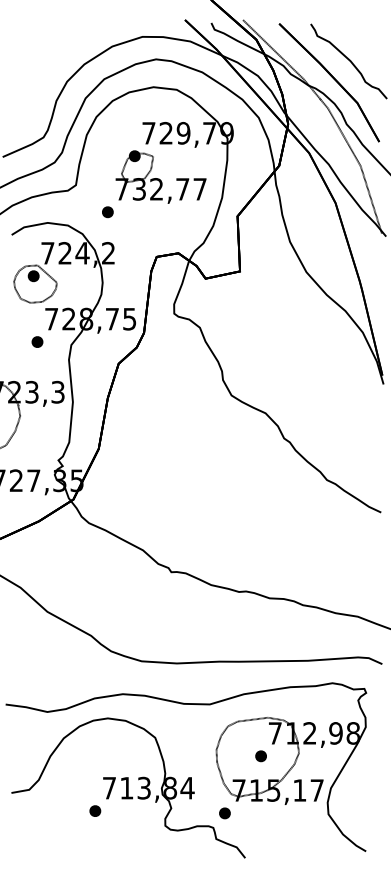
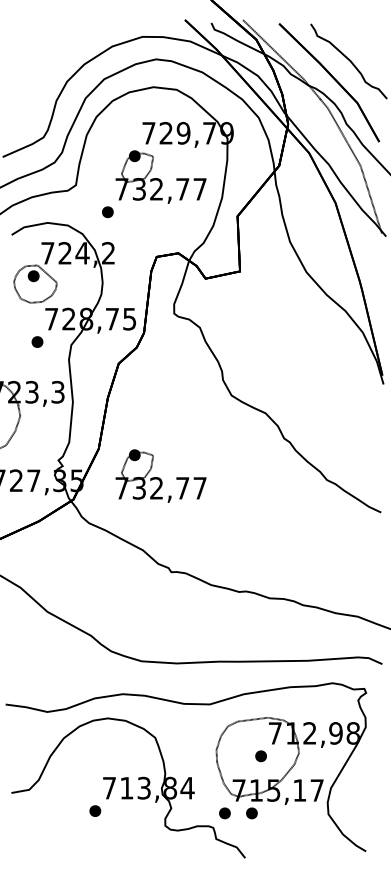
part at (160, 475): none -> present
part at (251, 813): none -> present
